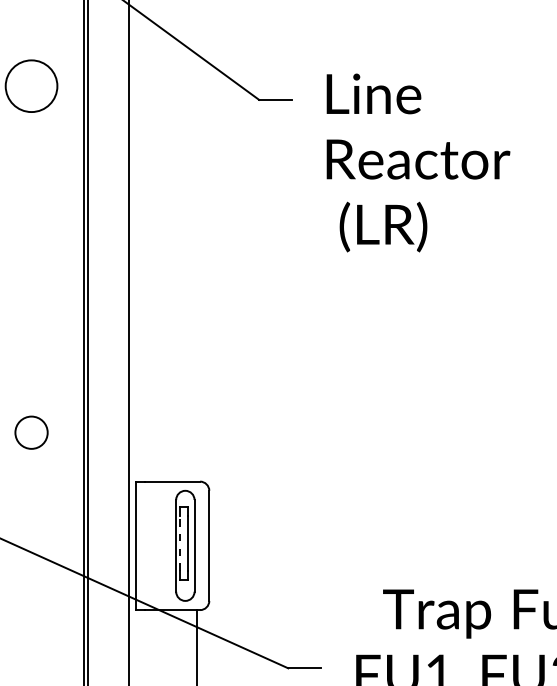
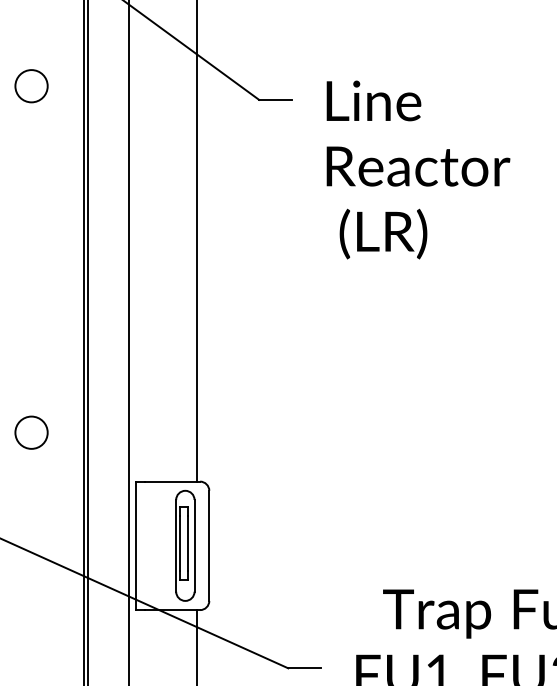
circle at (31, 86) diameter: 52 px -> 32 px
text at (418, 162) position: (418, 162) -> (418, 169)
line at (197, 241): none -> present
line at (180, 543): dashed -> solid
